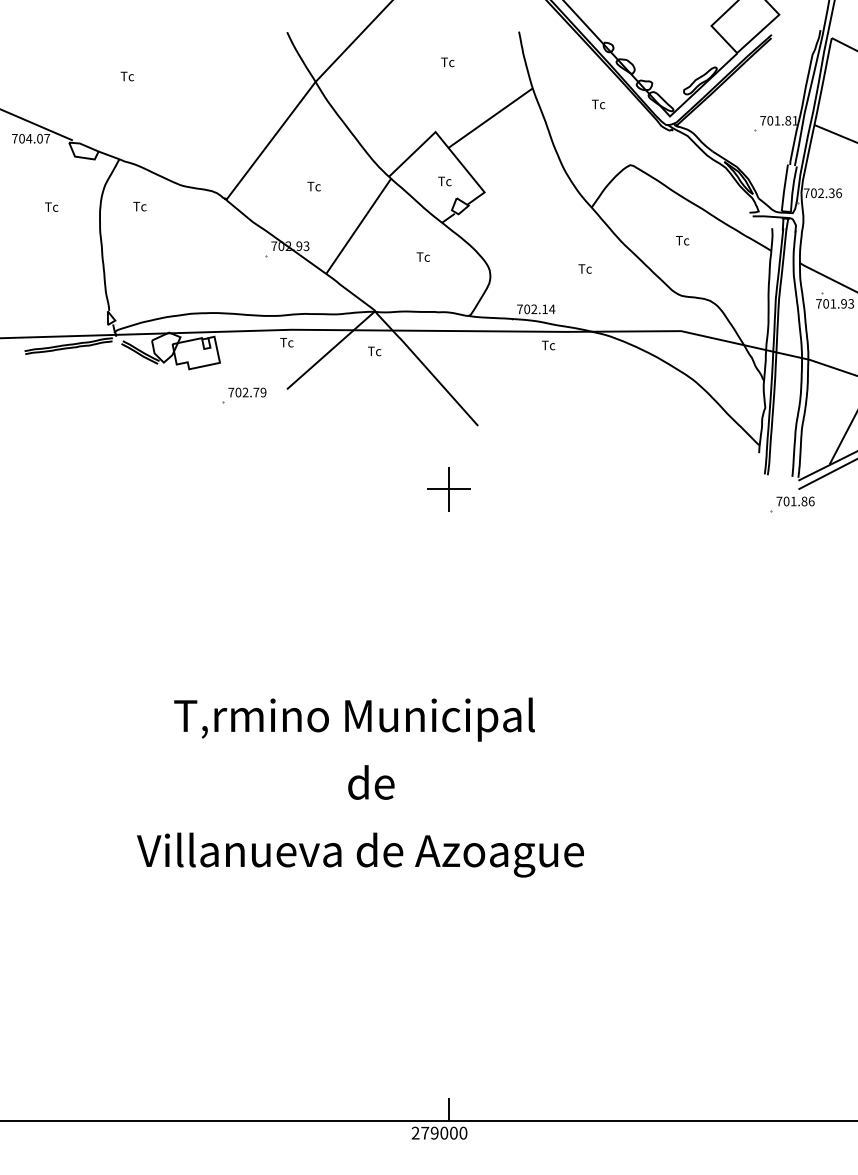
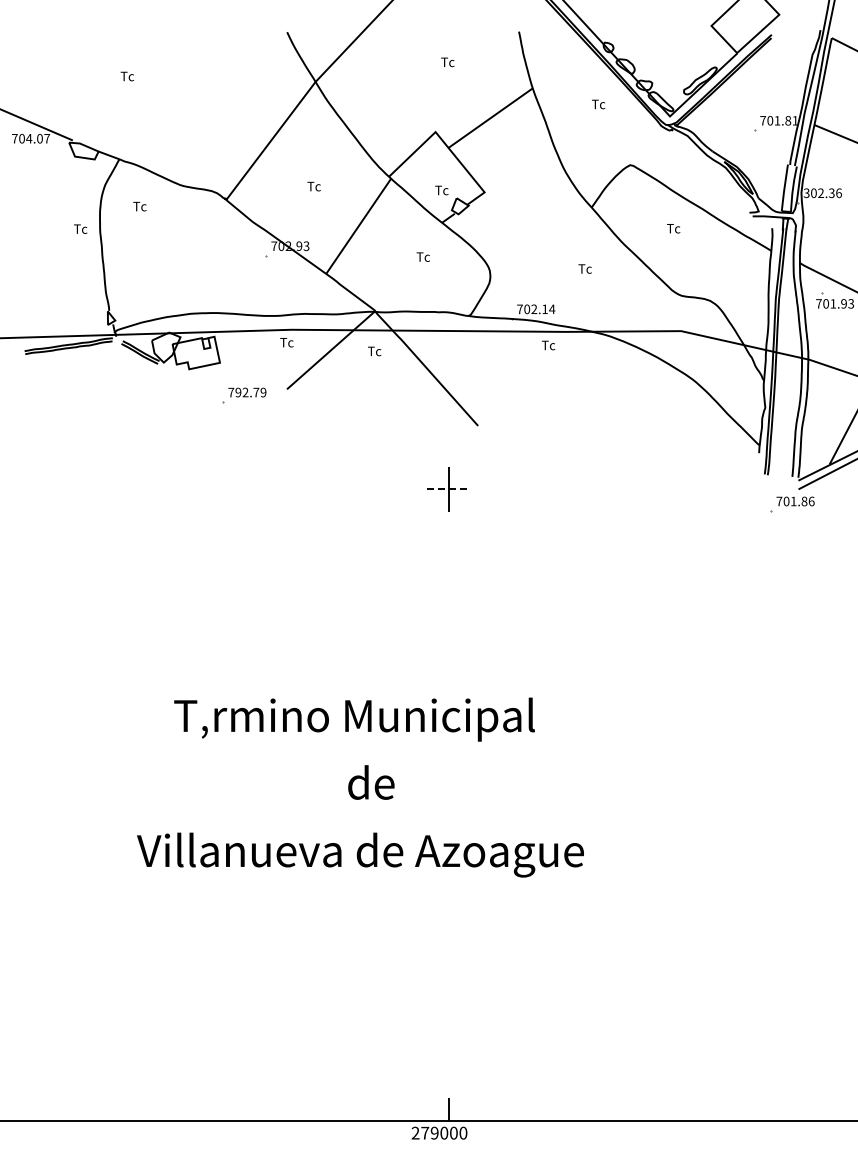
text at (444, 181) position: (444, 181) -> (441, 190)
text at (806, 193): 702.36 -> 302.36
text at (51, 206) position: (51, 206) -> (80, 228)
text at (682, 240) position: (682, 240) -> (673, 228)
text at (238, 392): 702.79 -> 792.79
line at (449, 489): solid -> dashed
